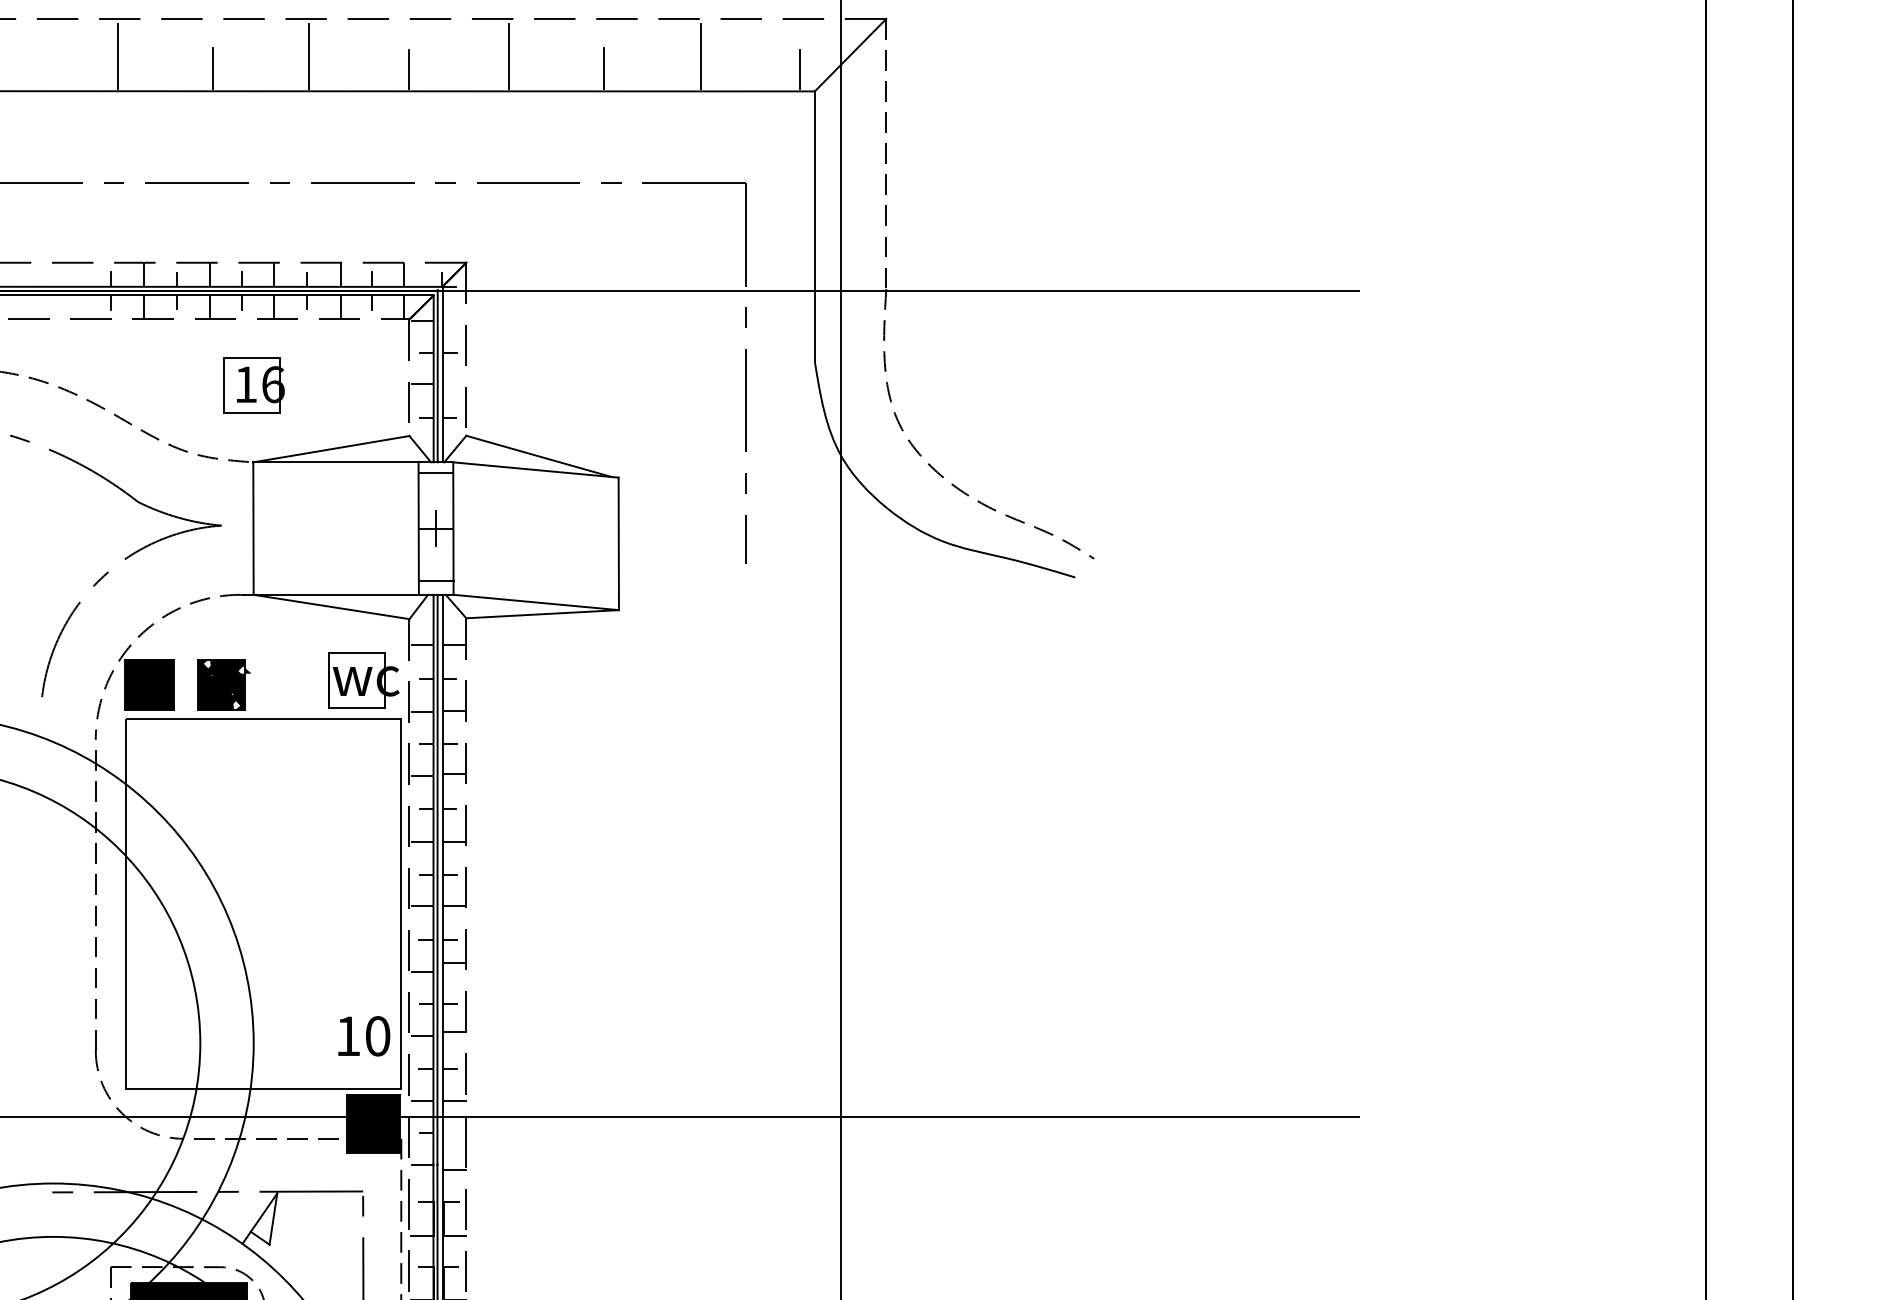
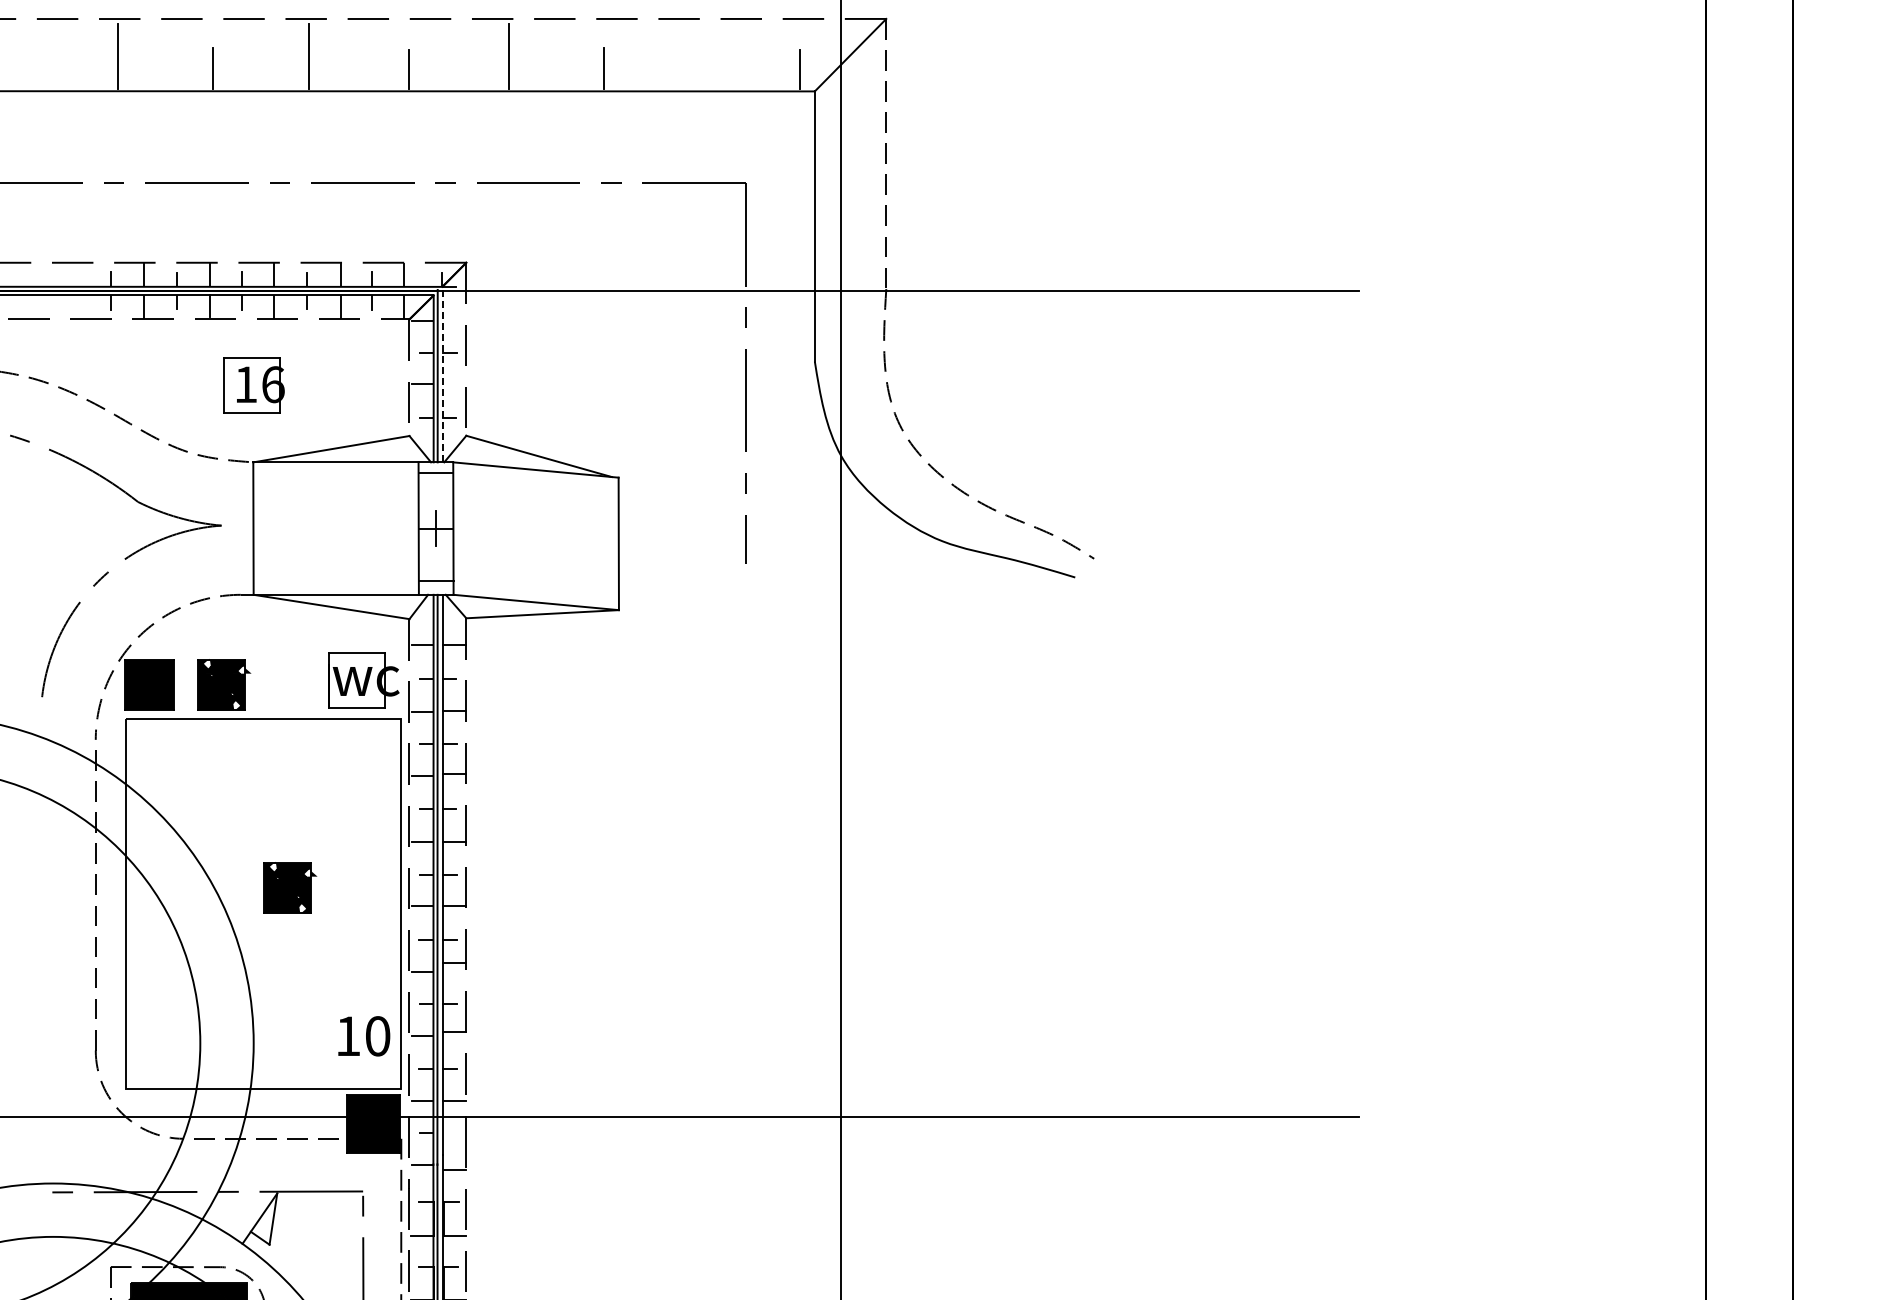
line at (700, 56): present -> none
line at (443, 373): solid -> dashed
part at (290, 887): none -> present
